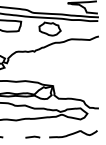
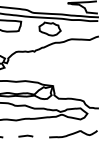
curve at (32, 136) position: (32, 136) -> (25, 135)
